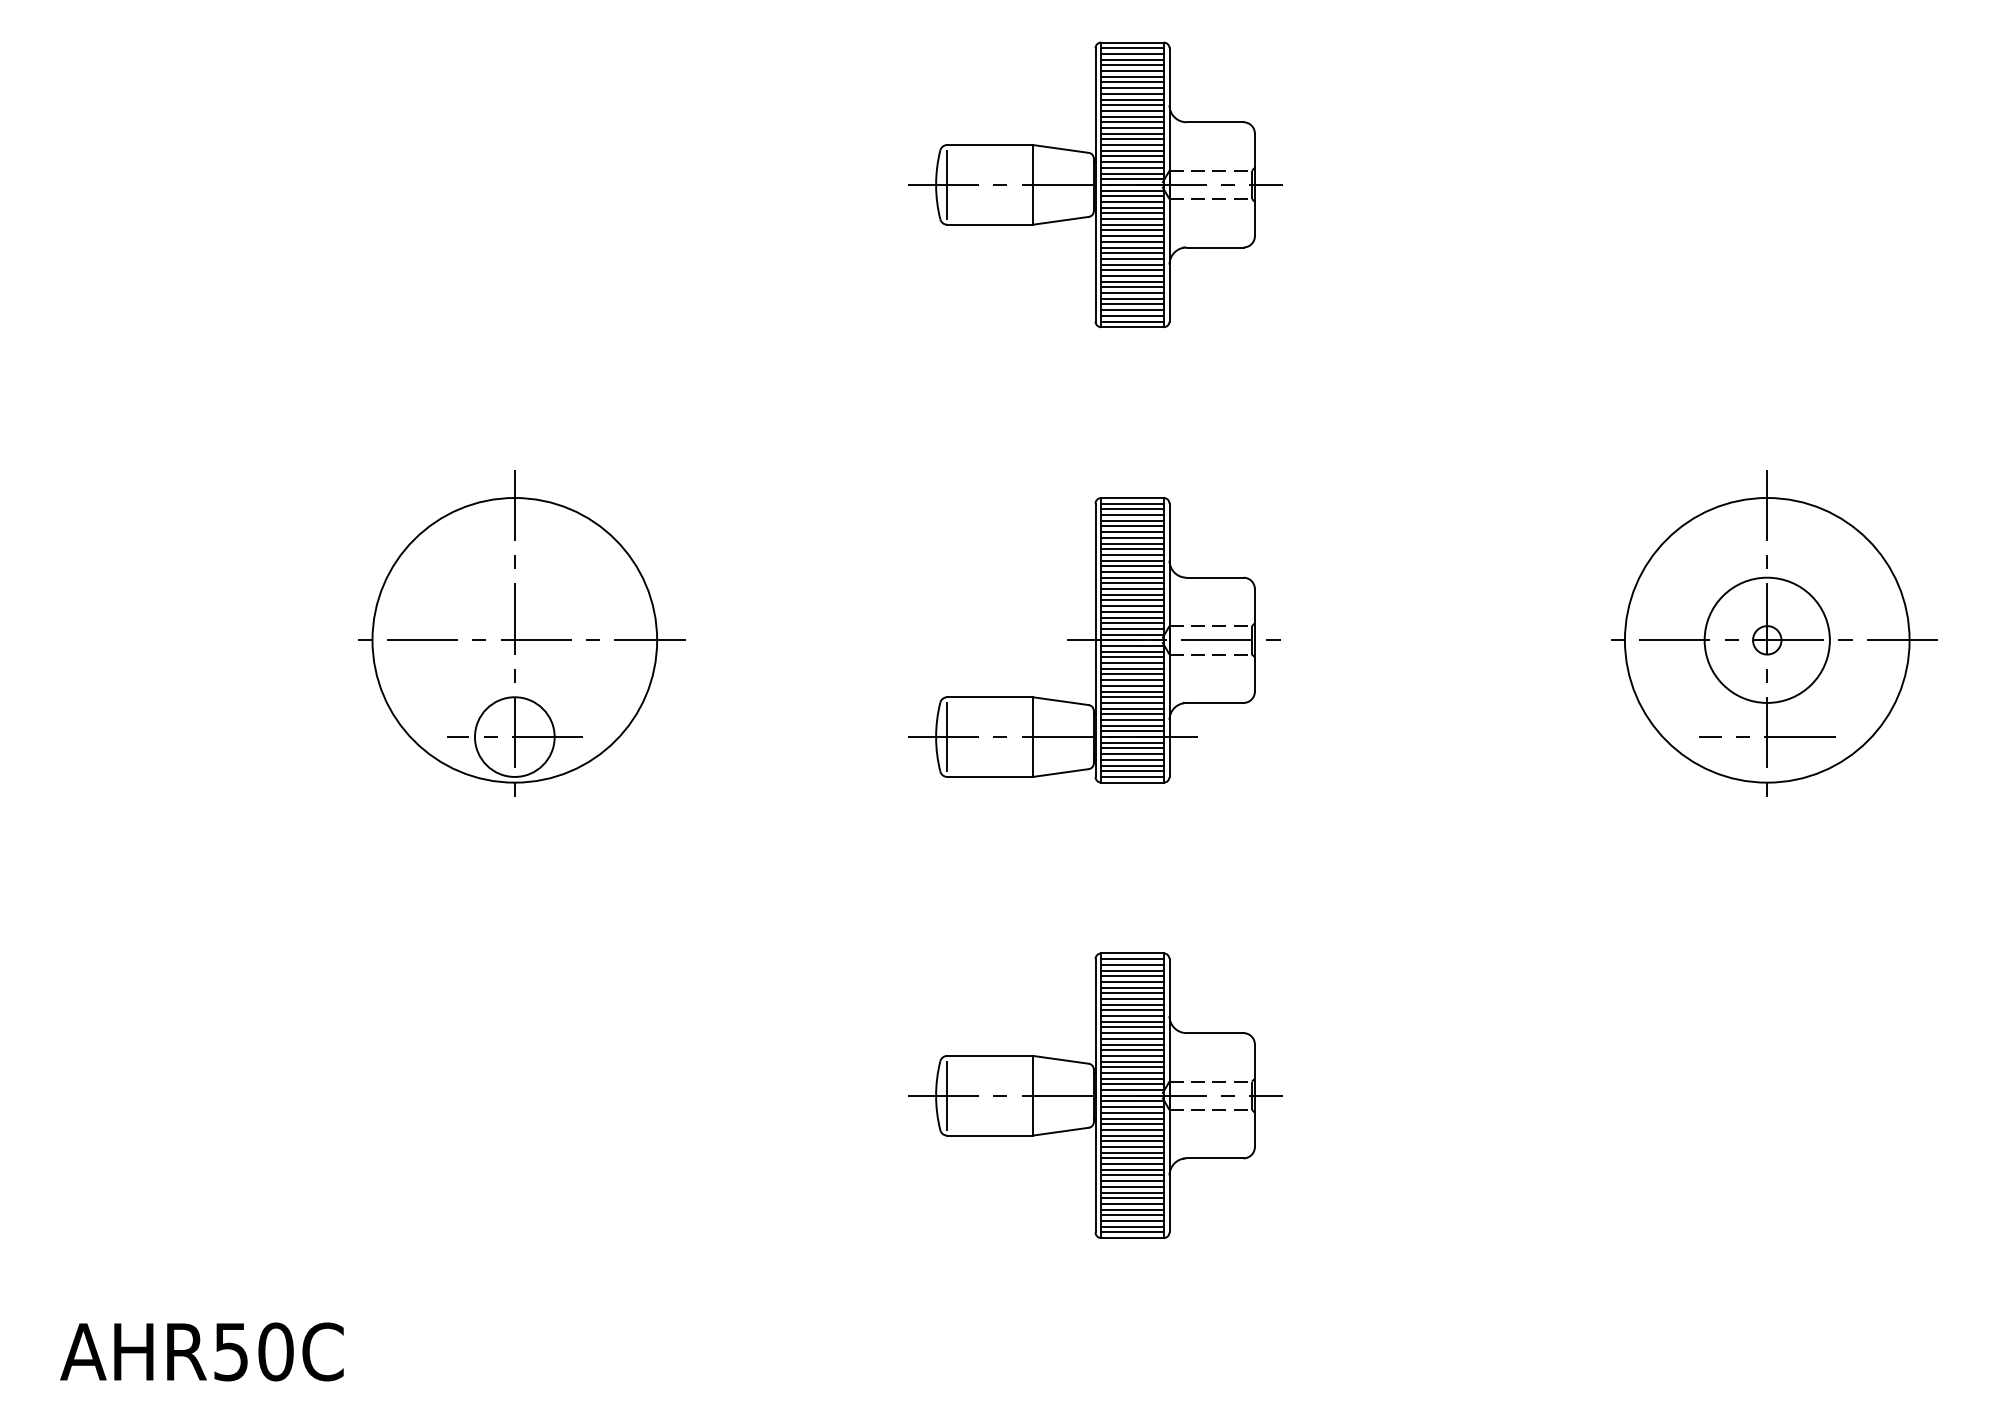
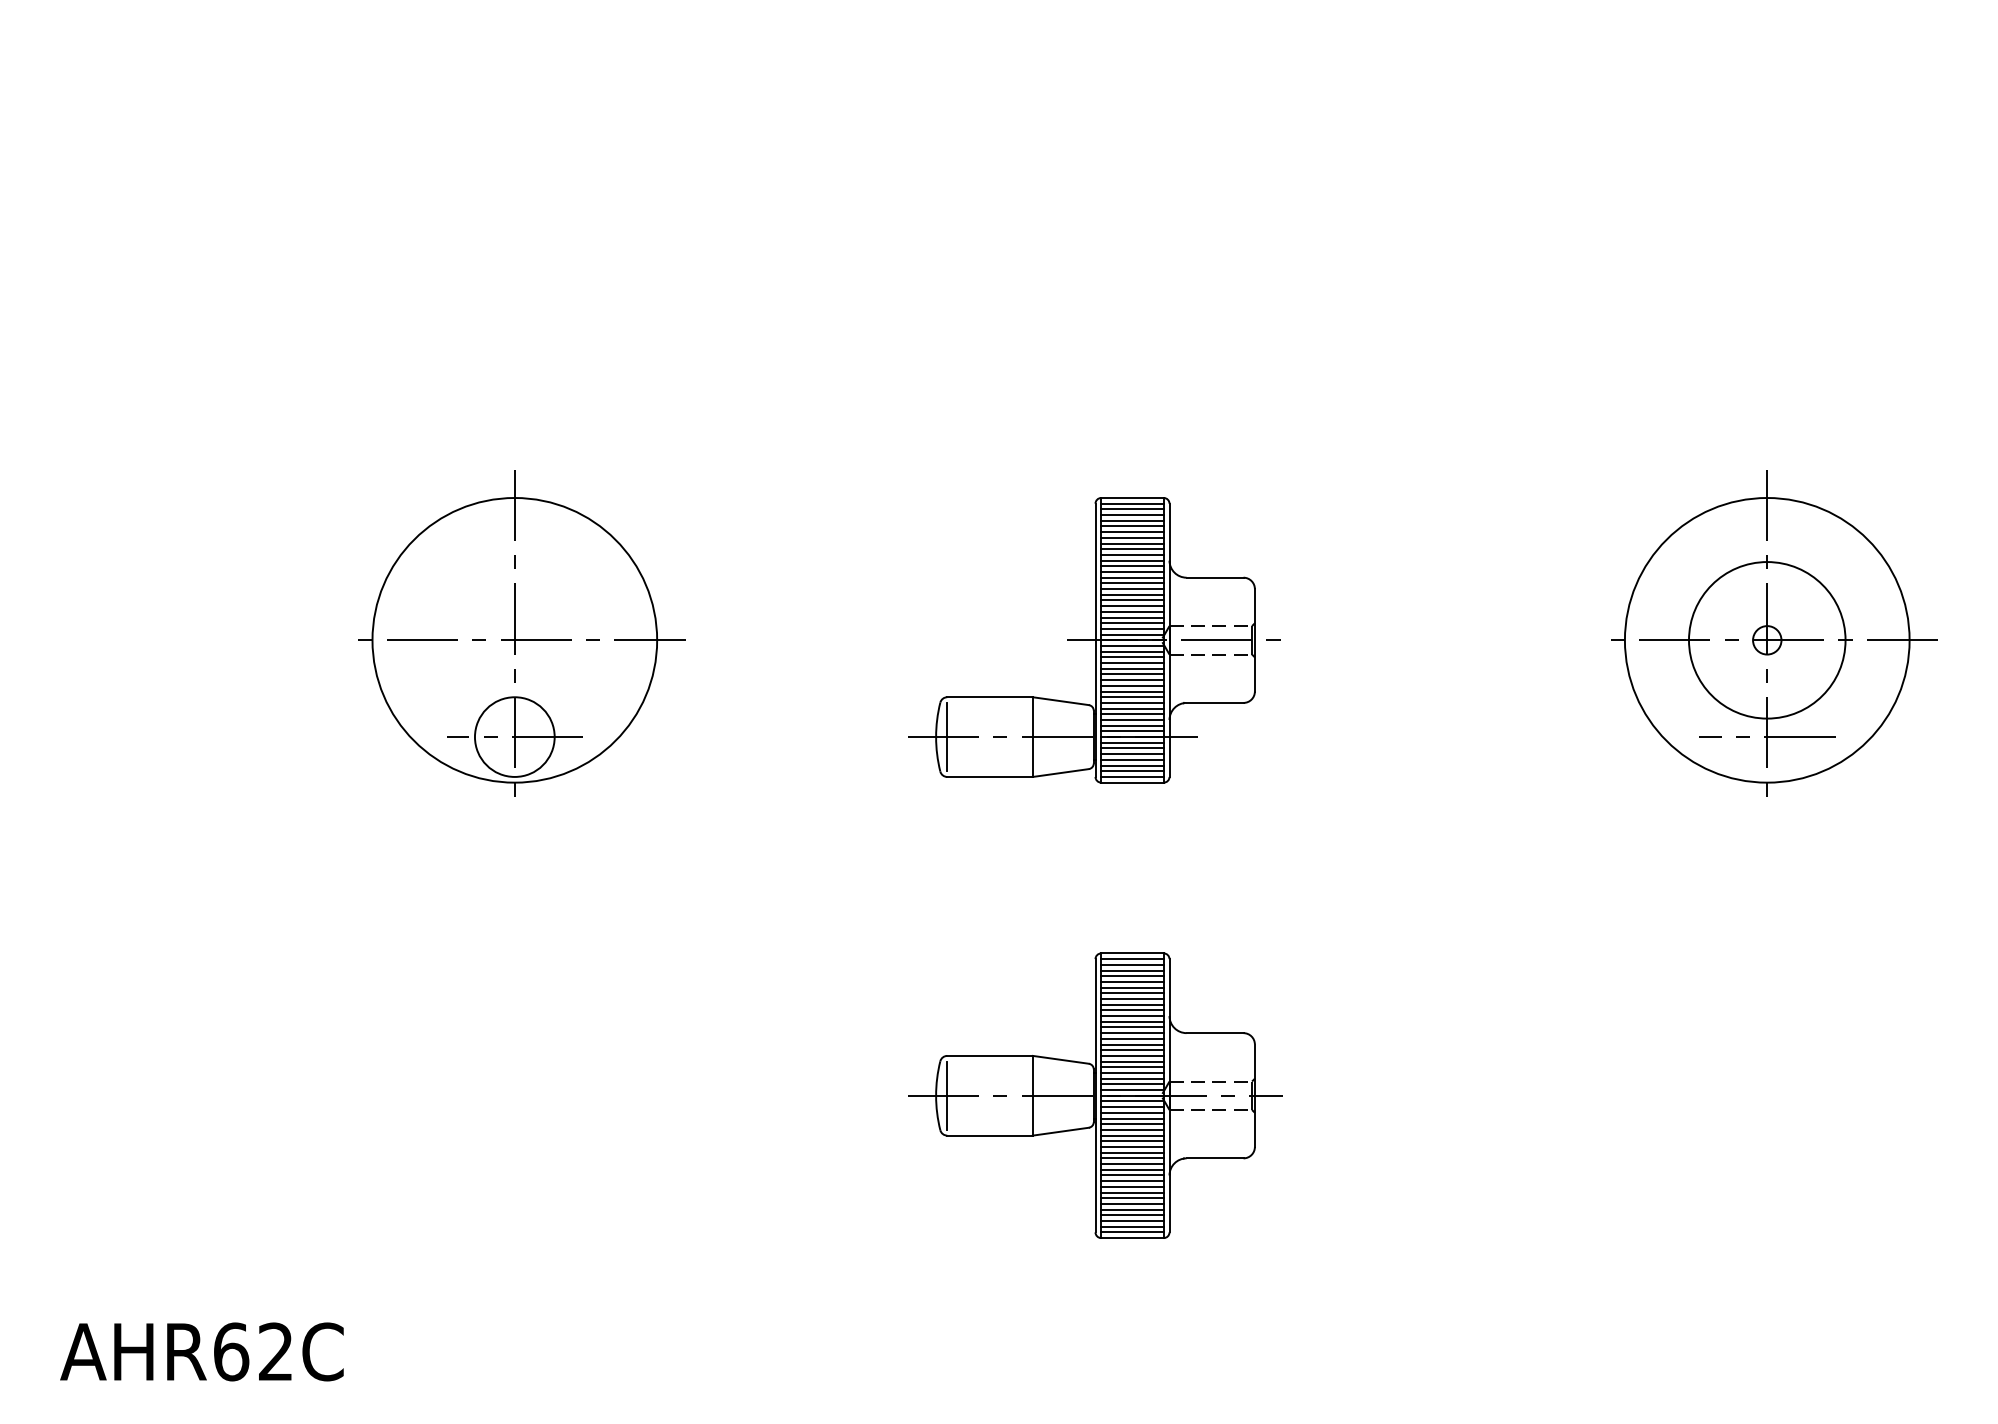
part at (1095, 184): present -> none
circle at (1766, 639) diameter: 125 px -> 157 px
text at (253, 1351): AHR50C -> AHR62C
